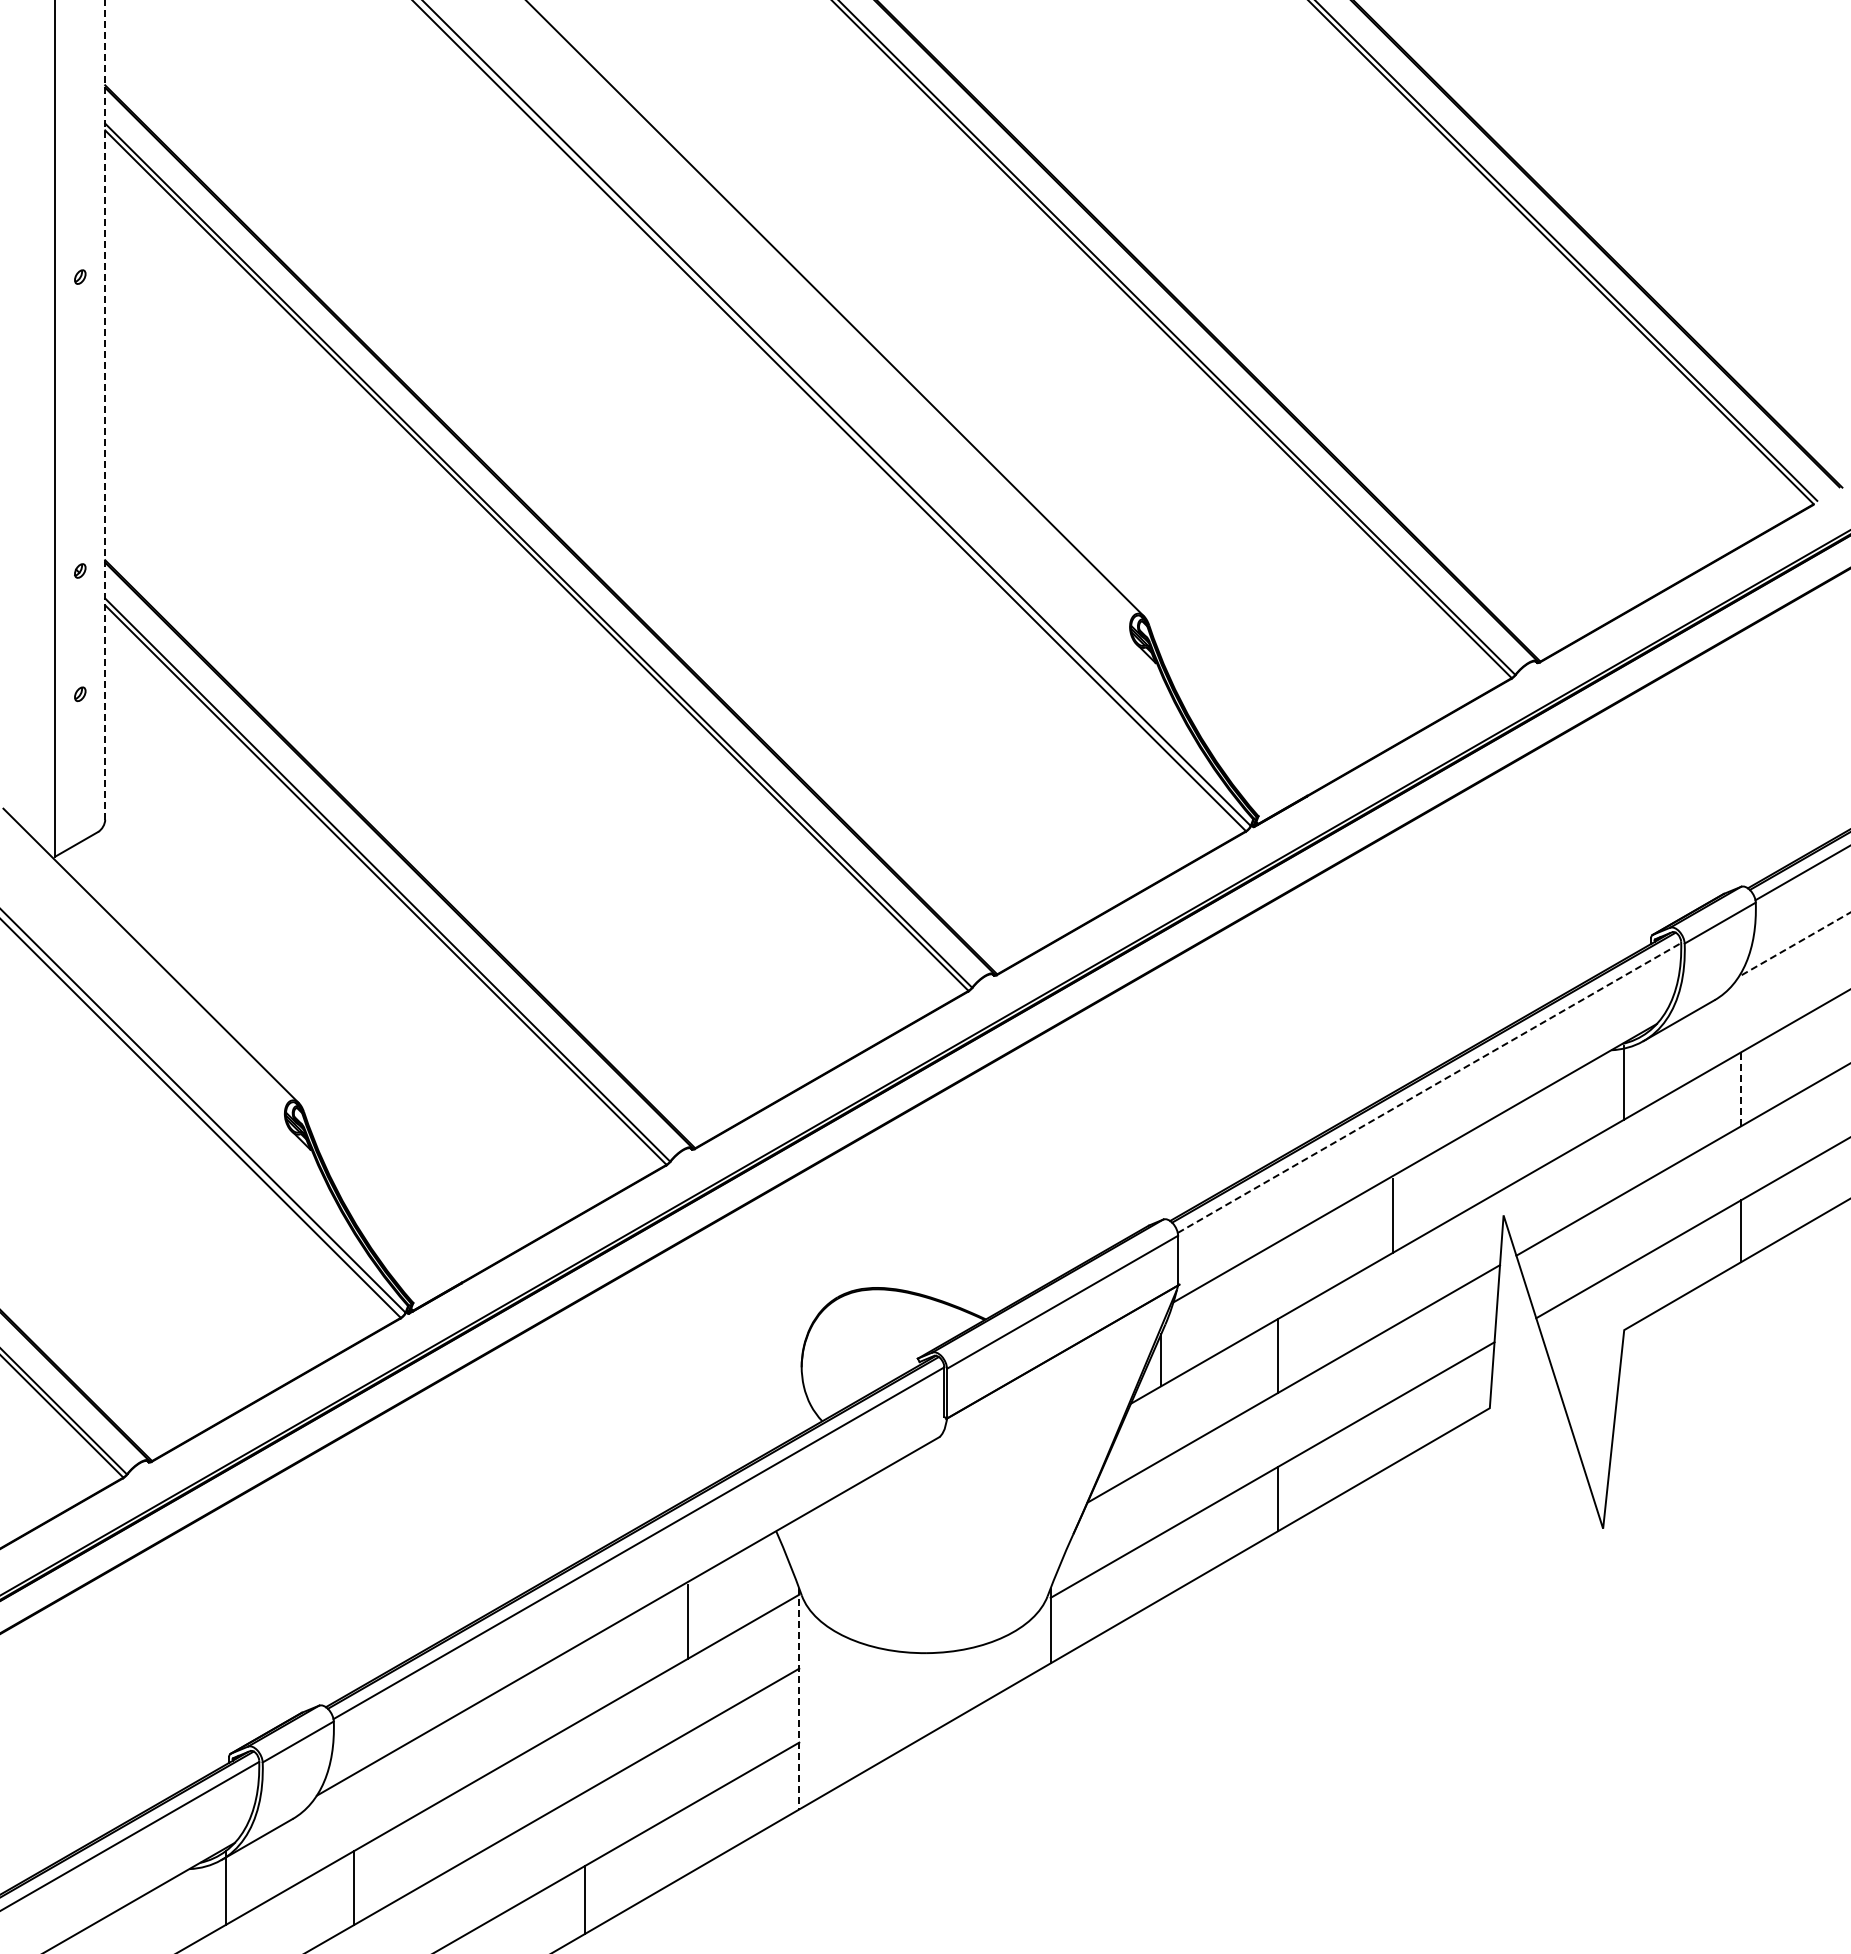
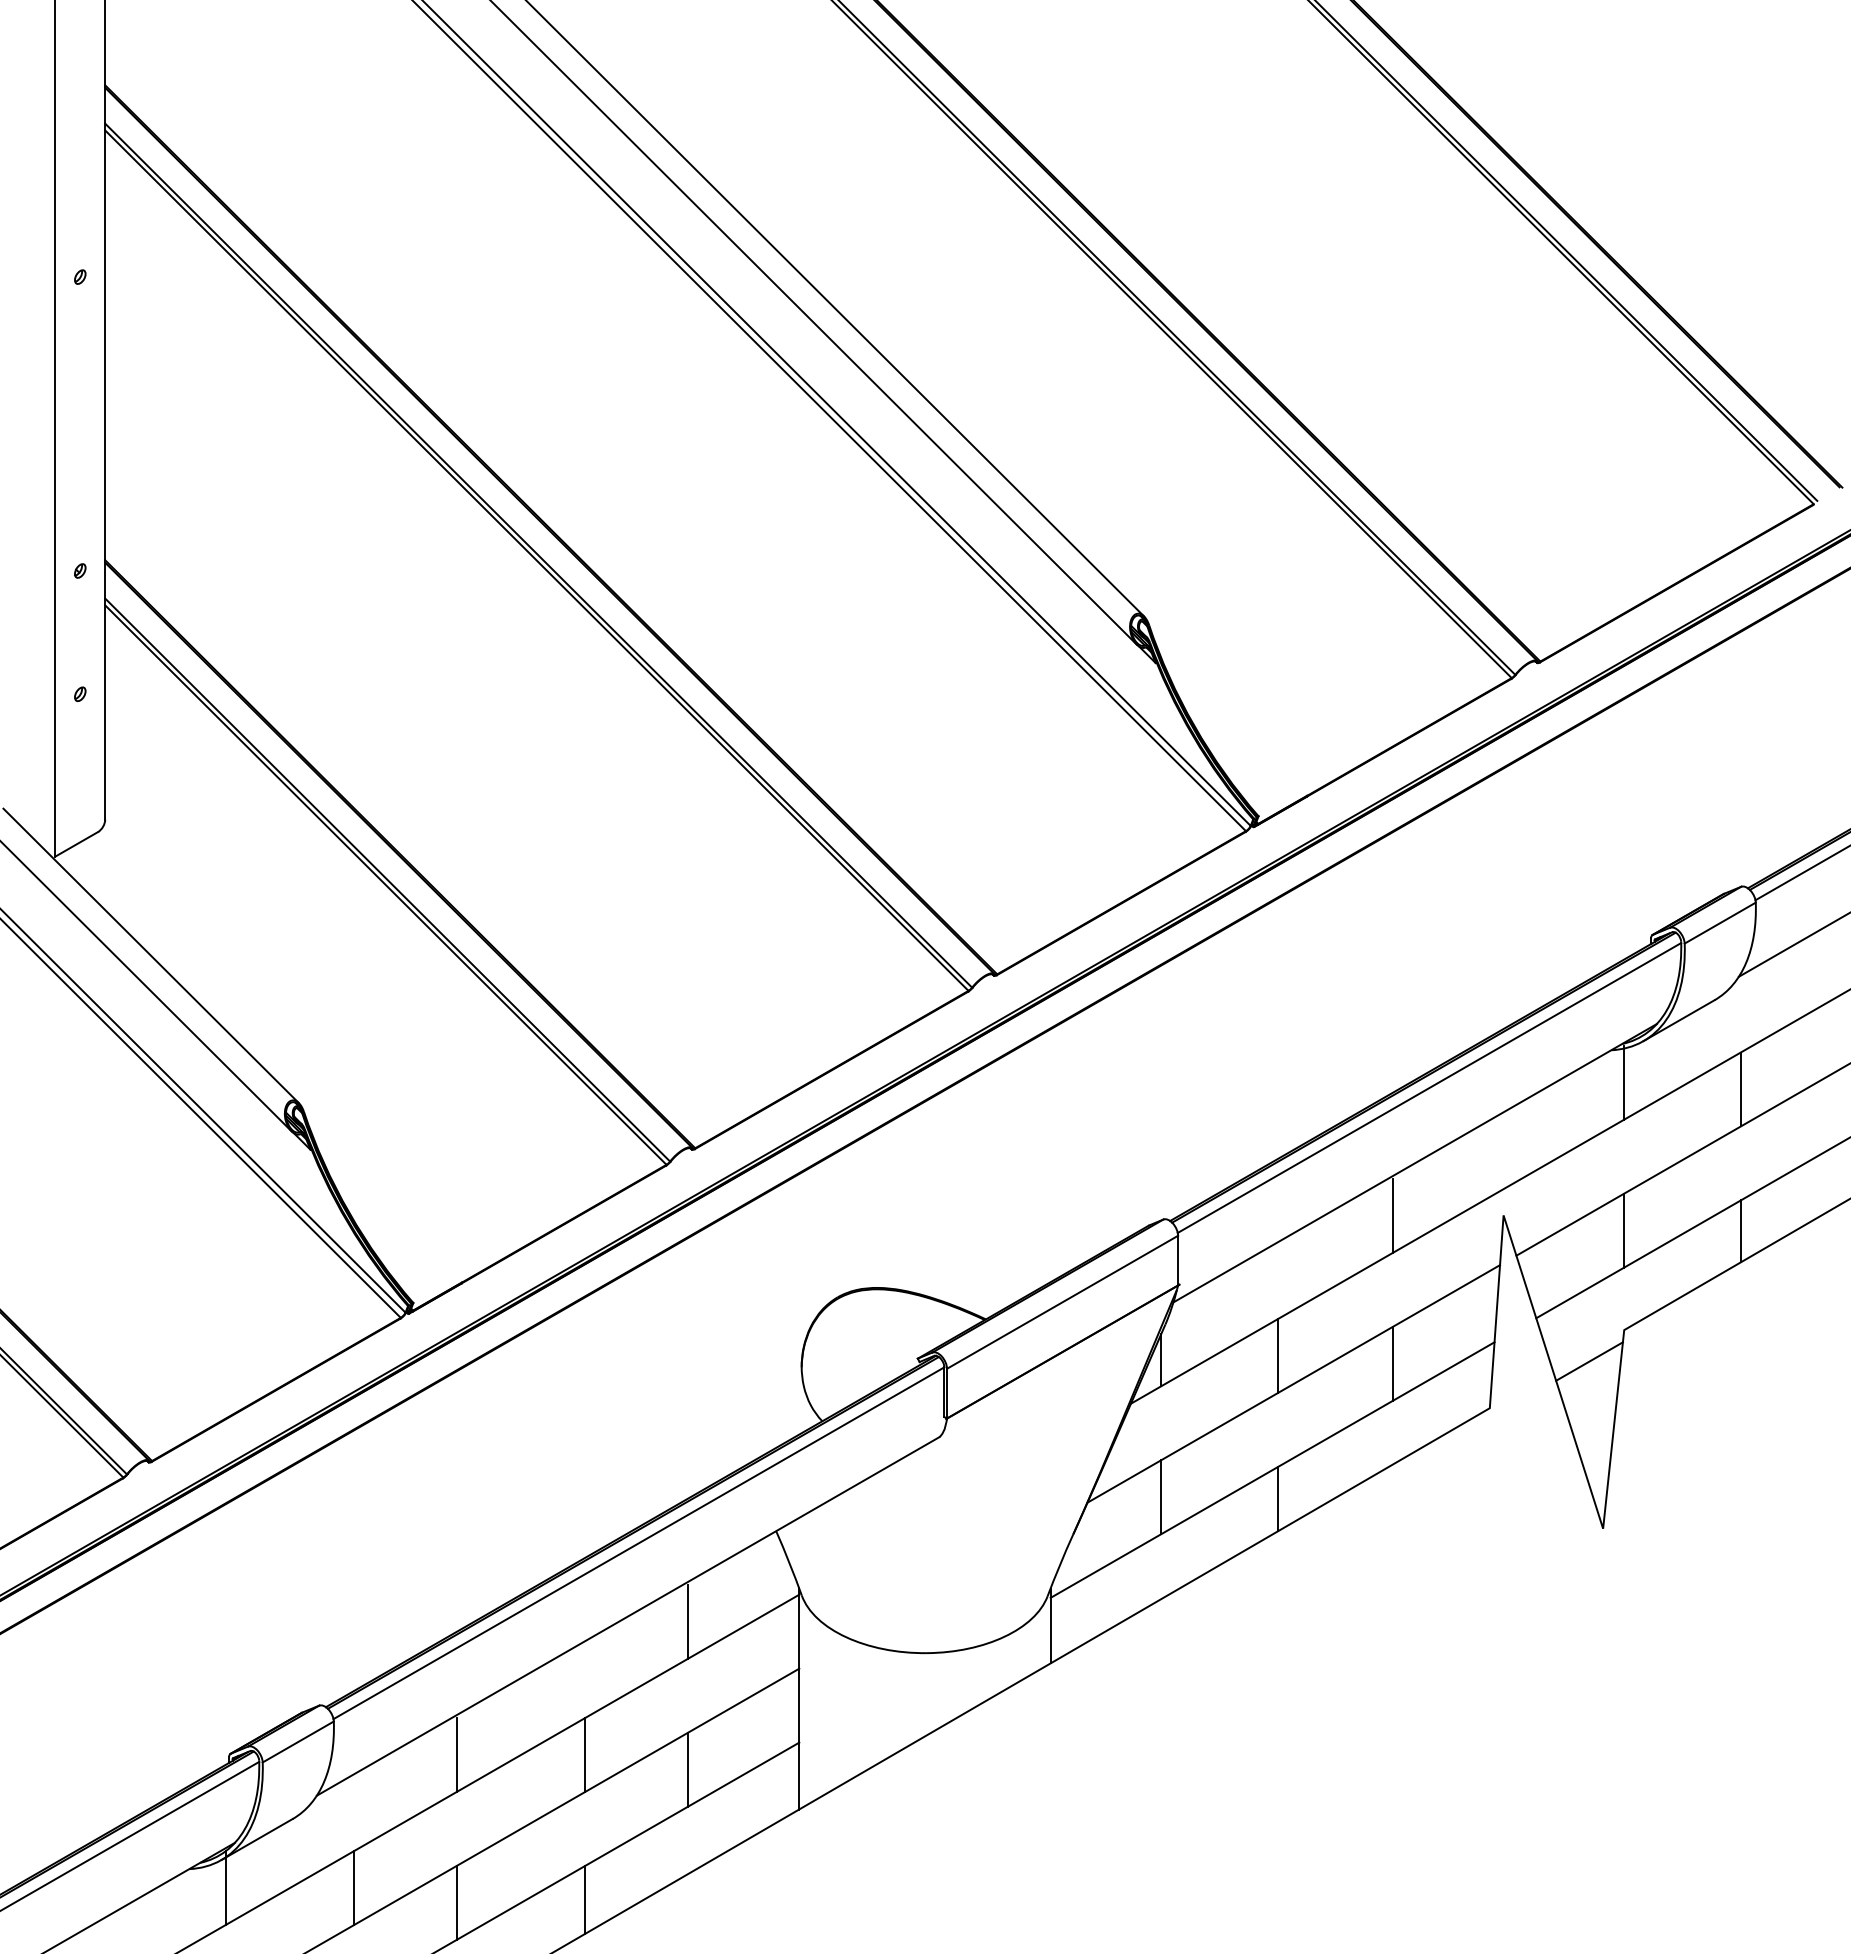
line at (814, 323): none -> present
line at (105, 409): dashed -> solid
line at (1794, 944): dashed -> solid
line at (146, 986): none -> present
line at (1429, 1087): dashed -> solid
line at (1740, 1089): dashed -> solid
line at (1623, 1230): none -> present
line at (1589, 1361): none -> present
line at (1392, 1363): none -> present
line at (1161, 1497): none -> present
line at (799, 1698): dashed -> solid
line at (456, 1754): none -> present
line at (584, 1755): none -> present
line at (688, 1769): none -> present
line at (456, 1902): none -> present
